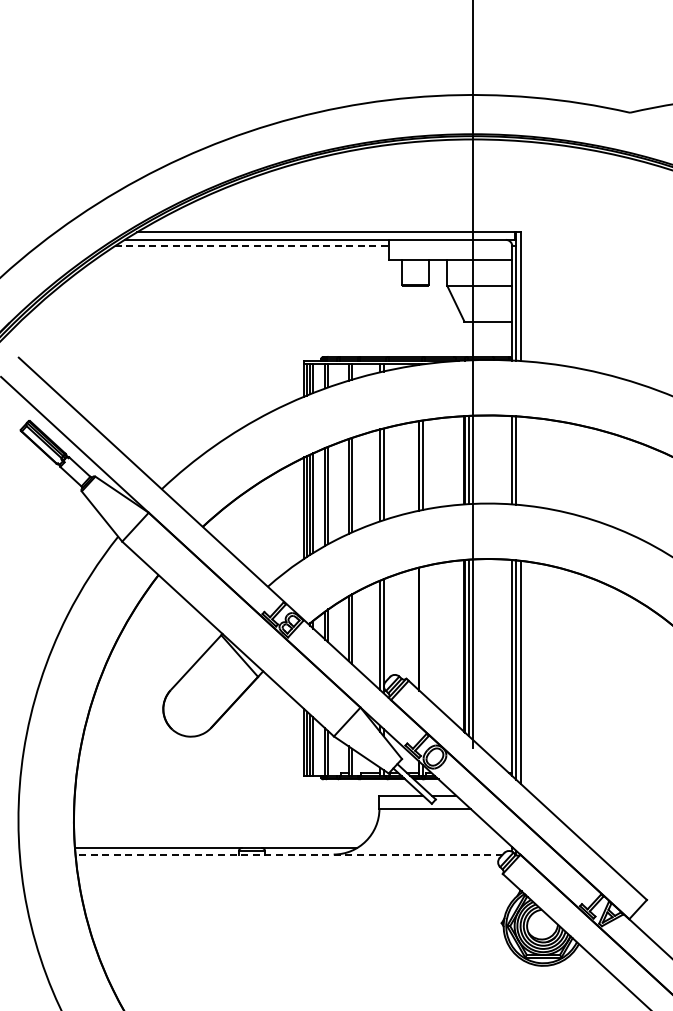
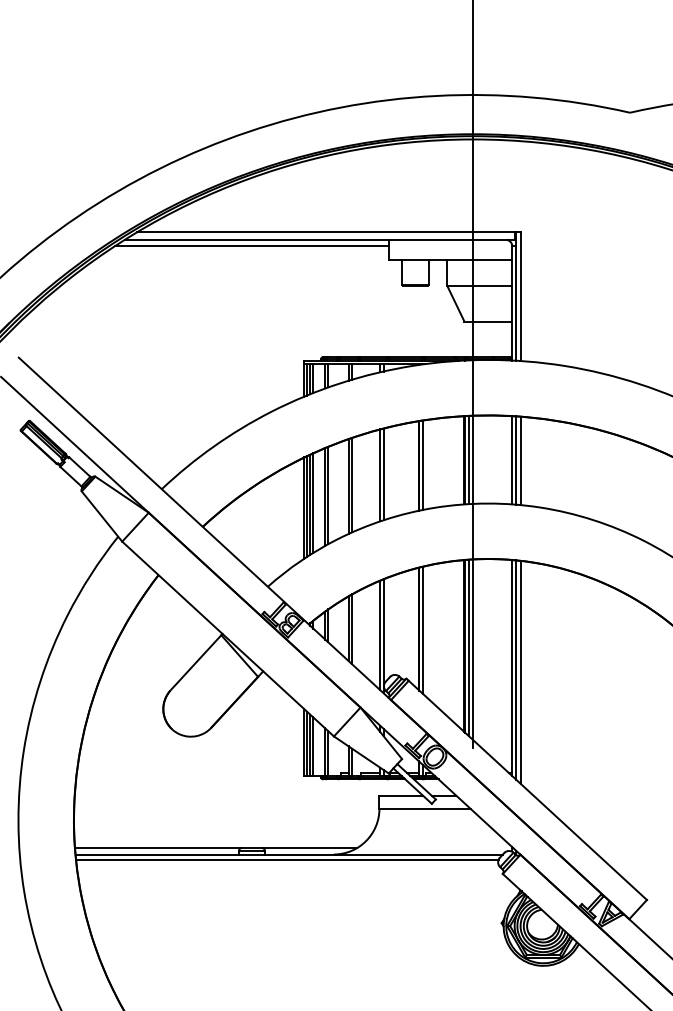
line at (252, 246): dashed -> solid
line at (521, 460): none -> present
line at (422, 629): none -> present
line at (289, 854): dashed -> solid
line at (287, 860): none -> present
